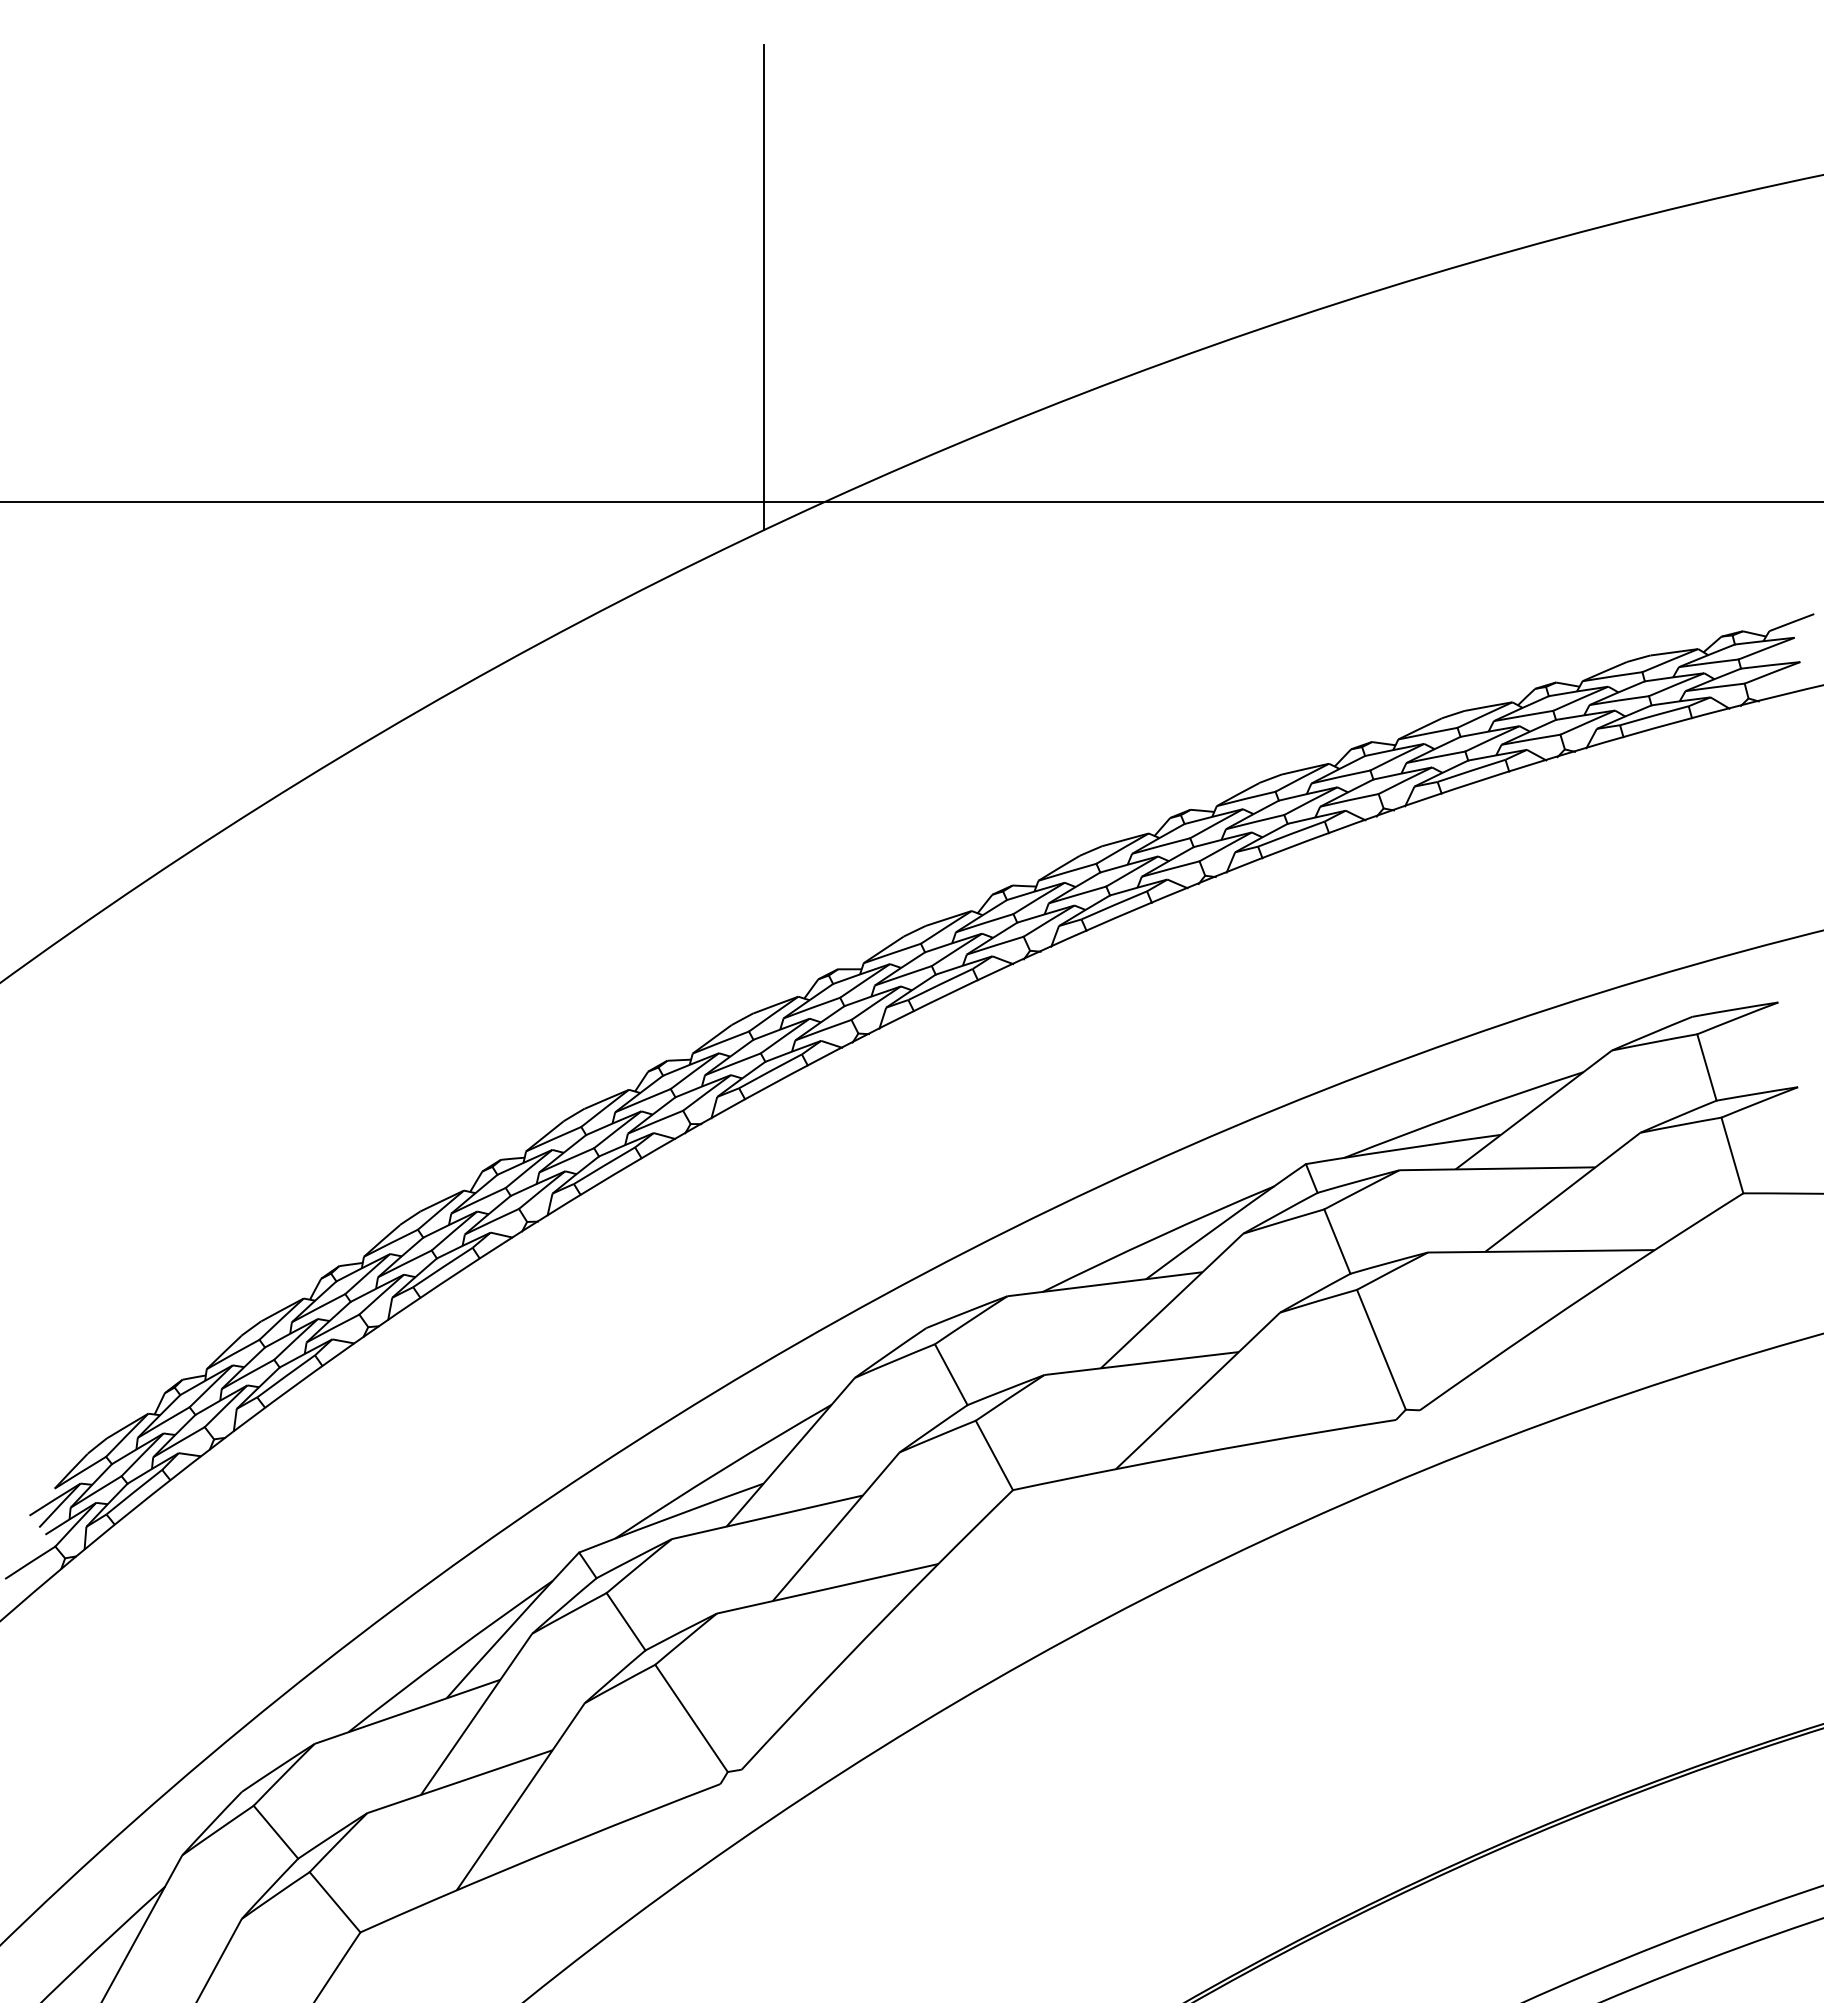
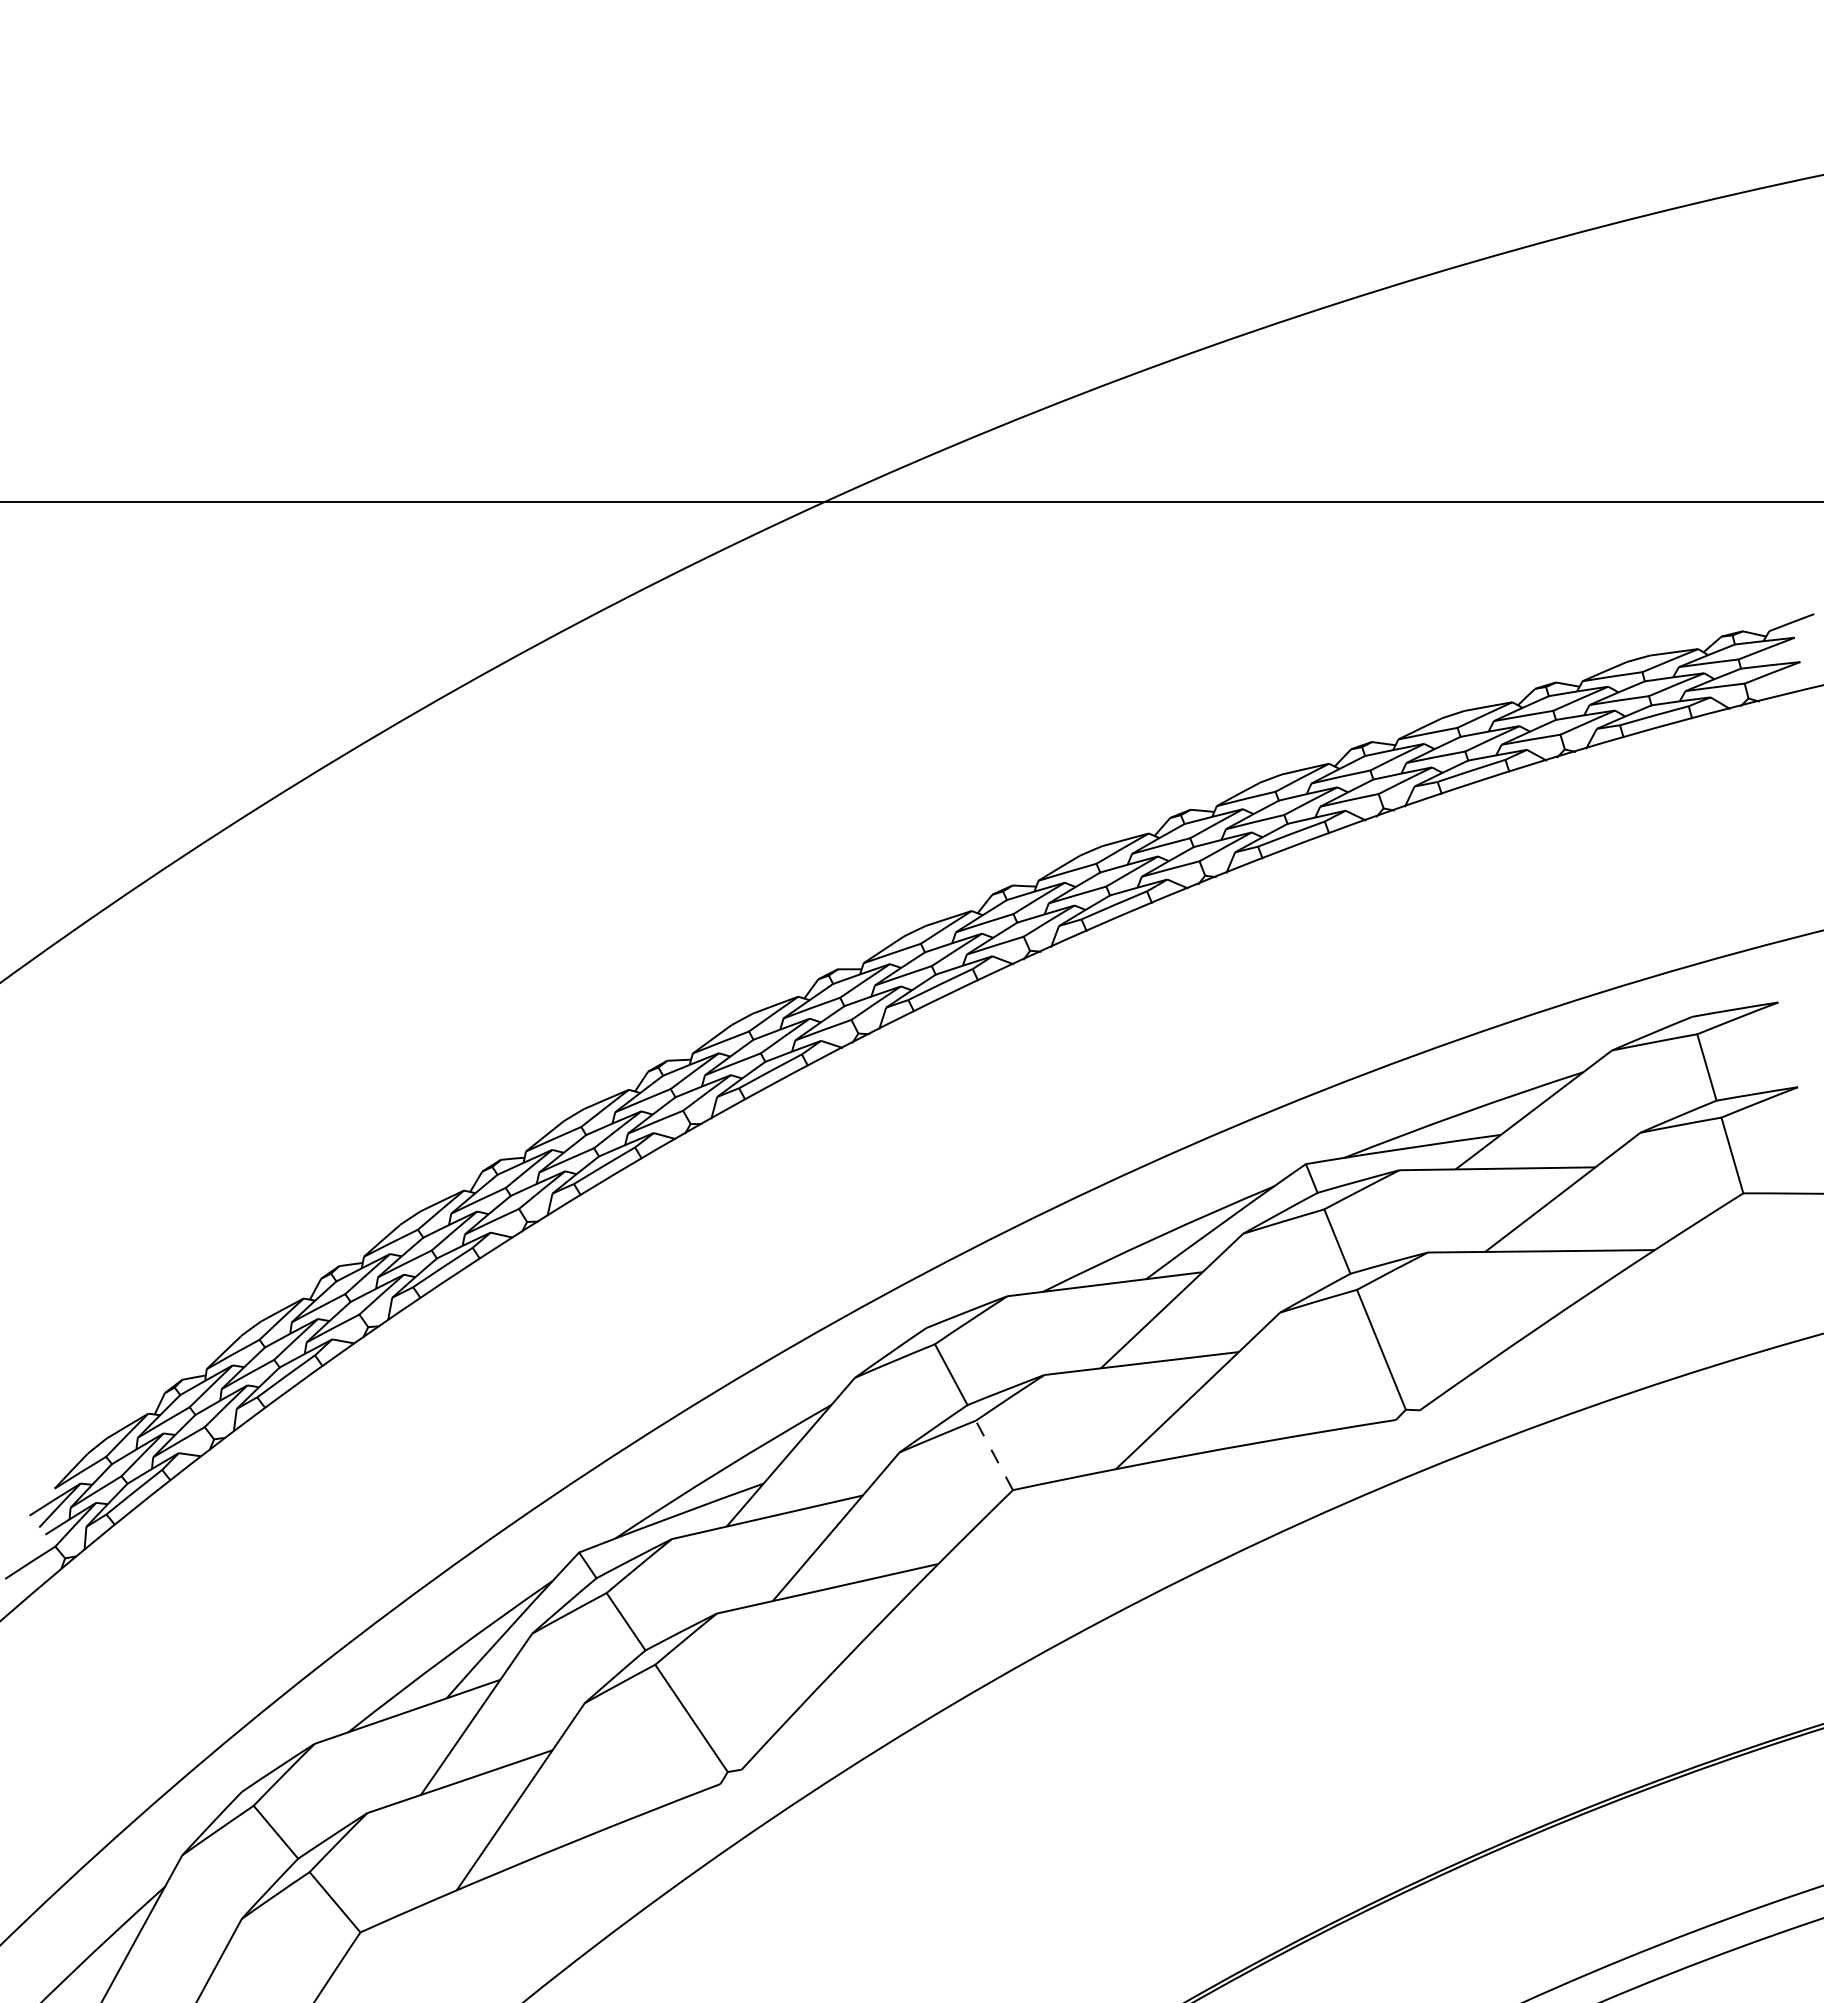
line at (764, 287): present -> none
line at (994, 1455): solid -> dashed
